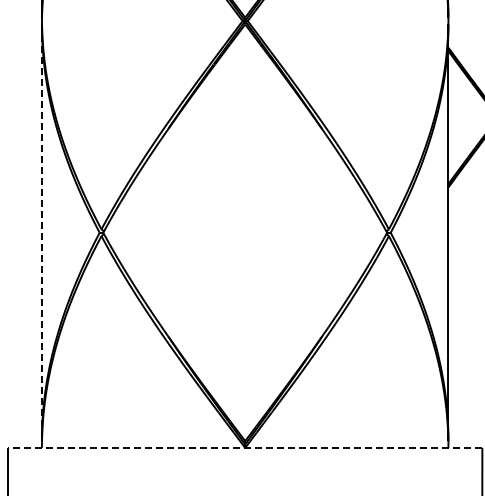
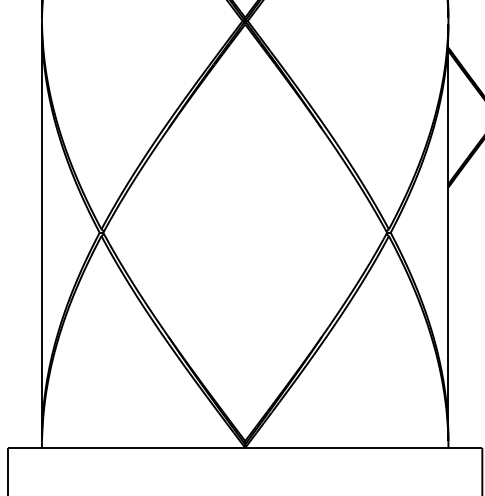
line at (41, 233): dashed -> solid
line at (244, 447): dashed -> solid
